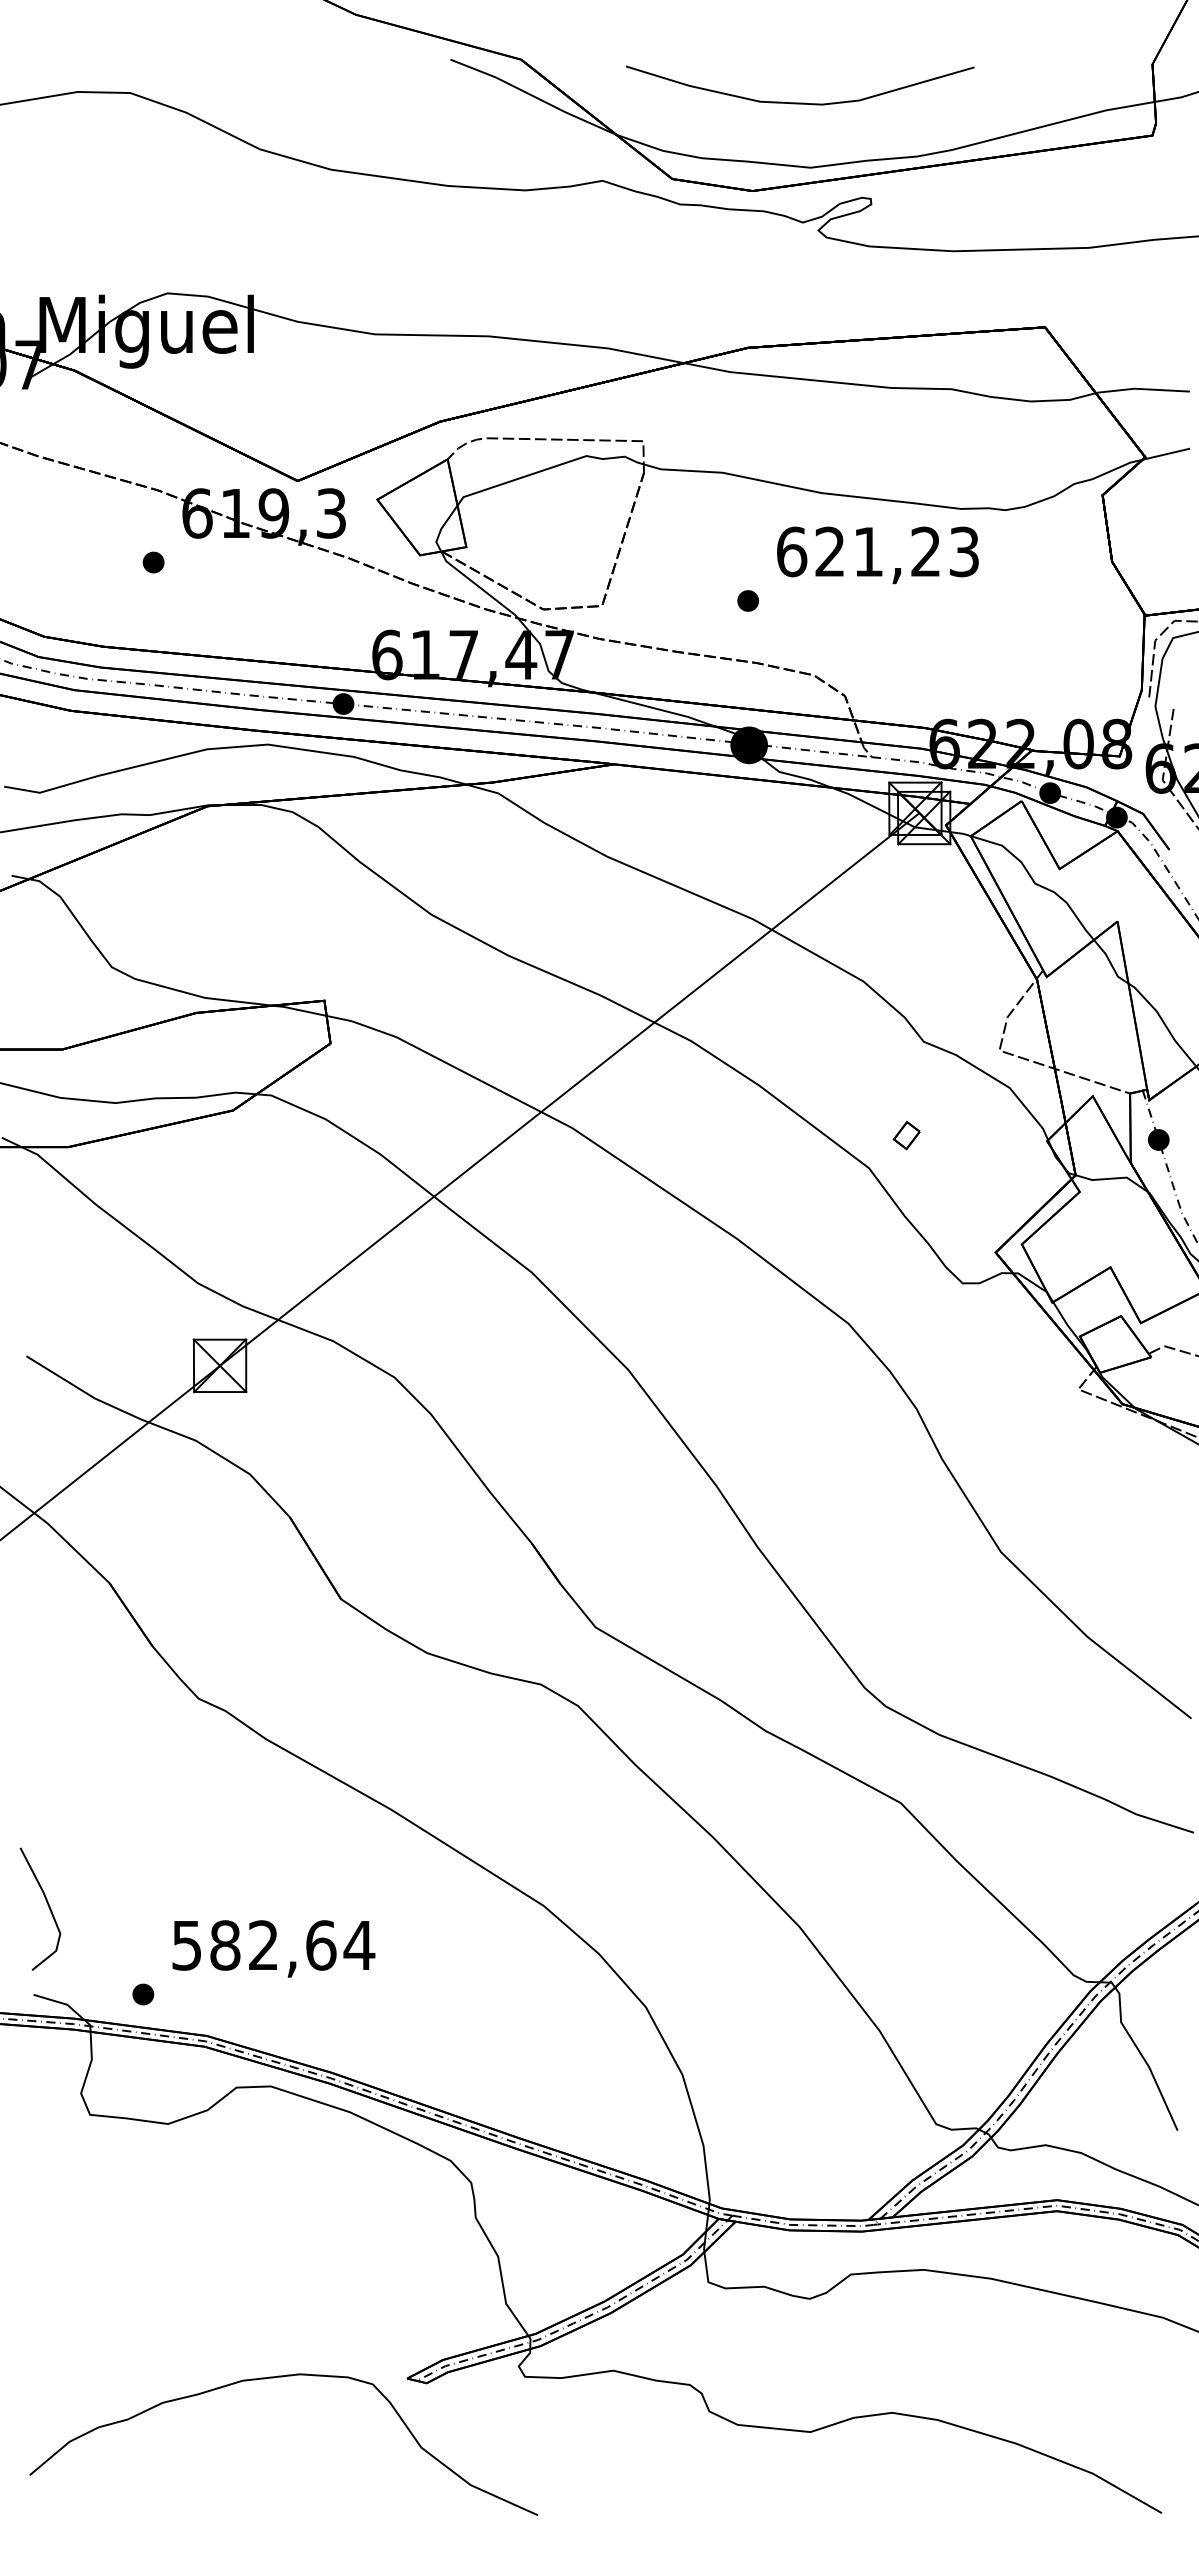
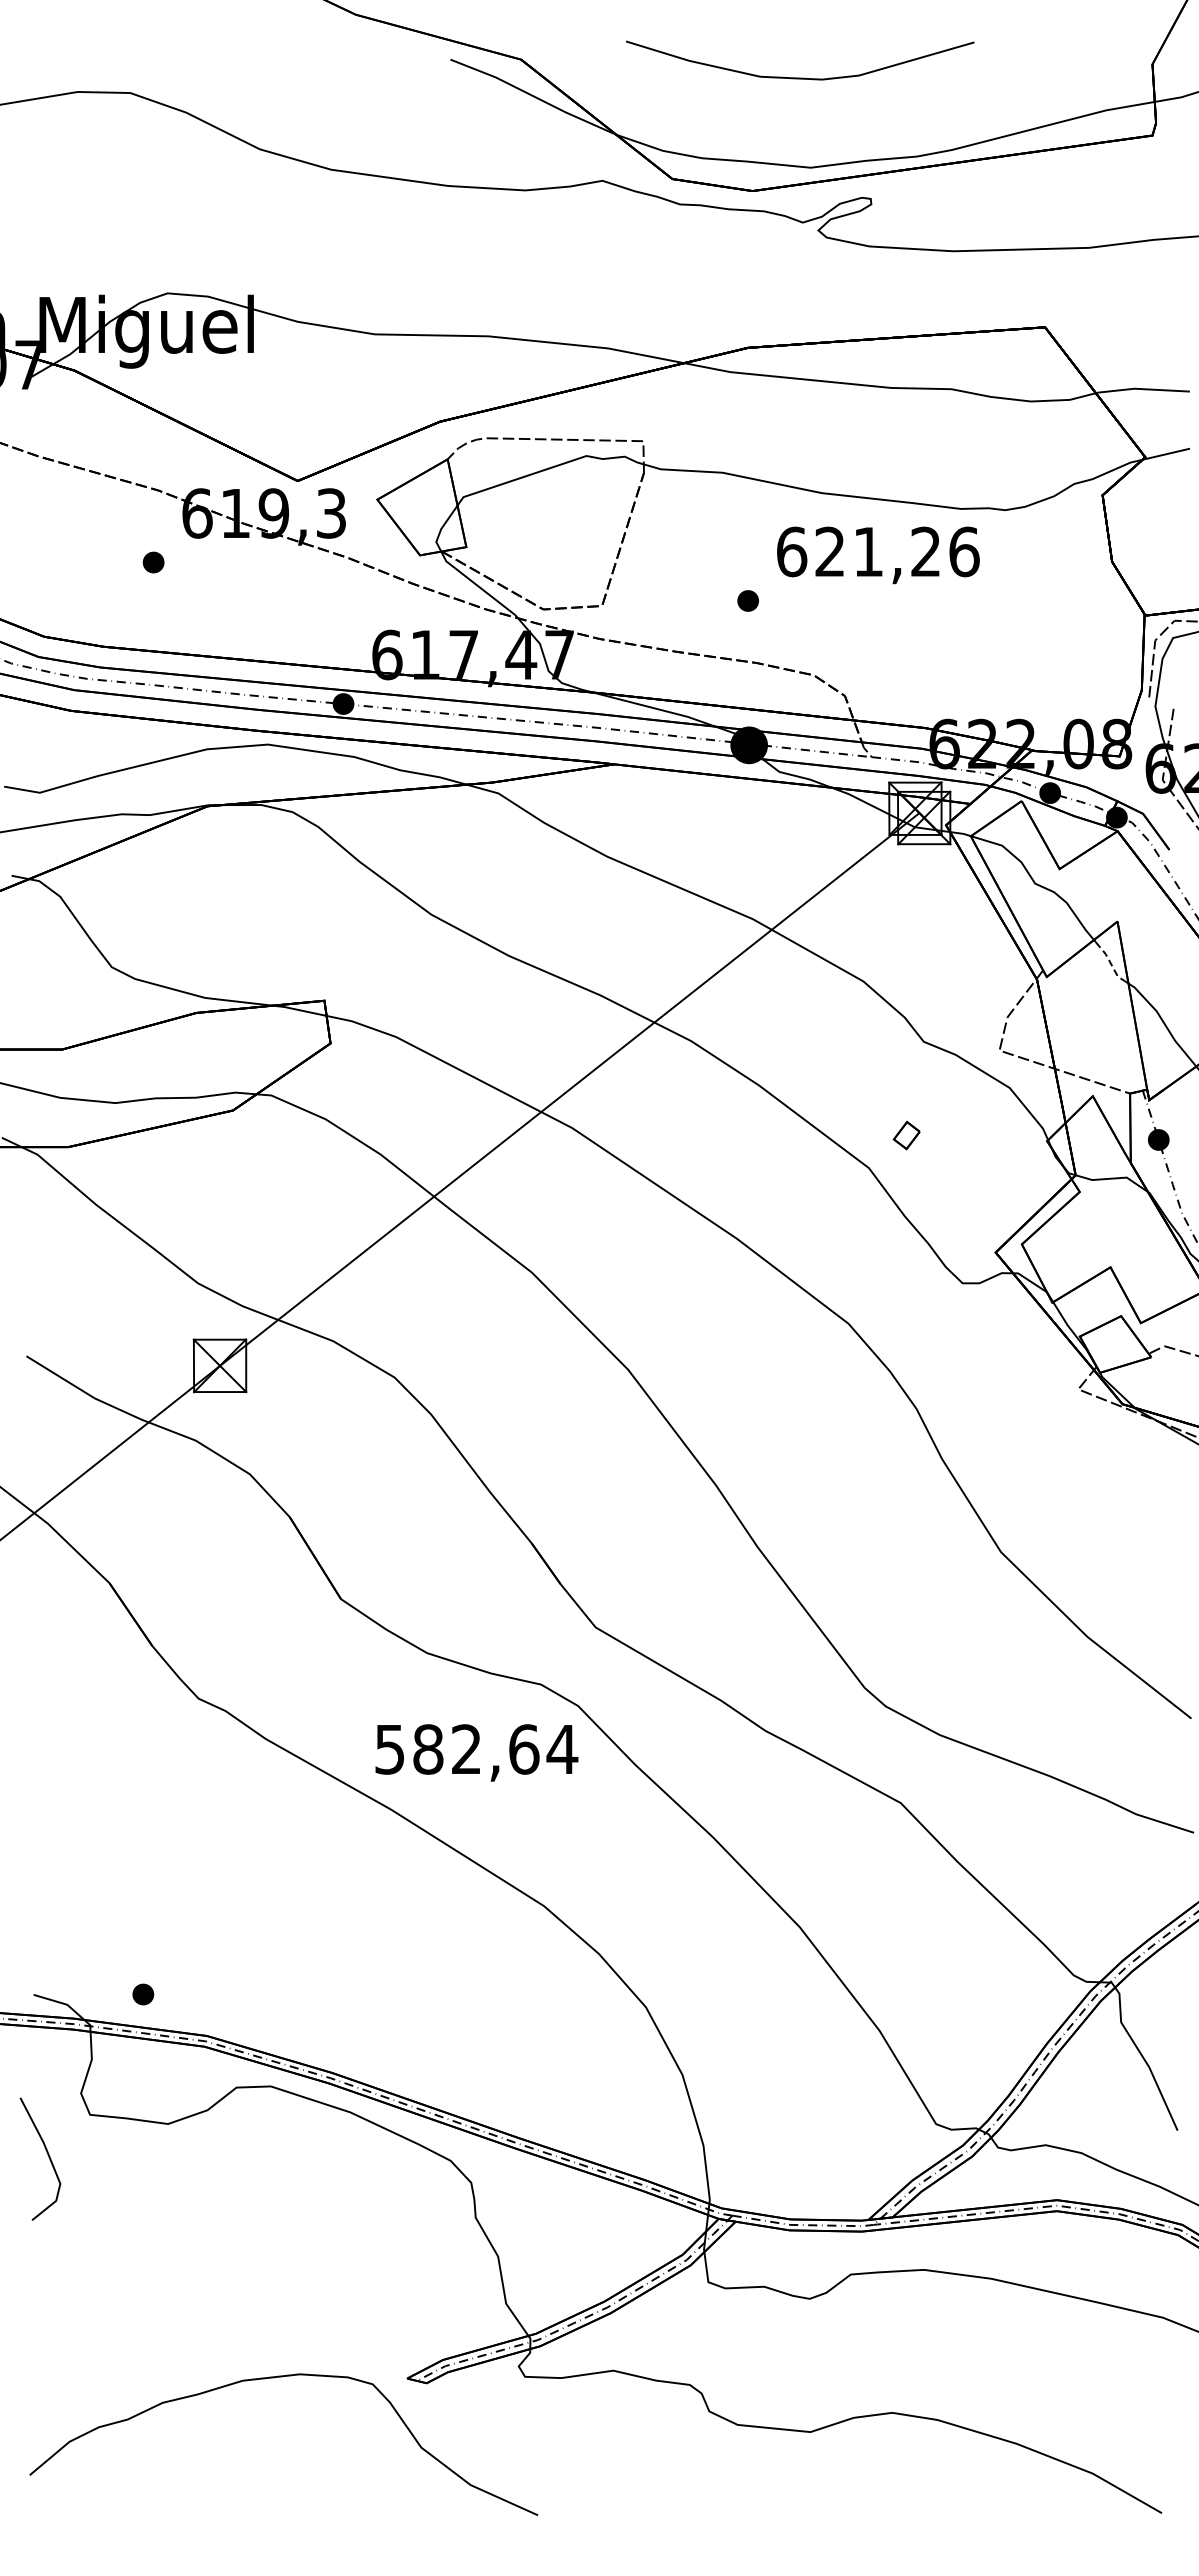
curve at (800, 102) position: (800, 102) -> (800, 77)
text at (964, 551): 621,23 -> 621,26
line at (1110, 962): solid -> dashed
line at (47, 1905) position: (47, 1905) -> (47, 2155)
text at (273, 1948) position: (273, 1948) -> (476, 1752)
